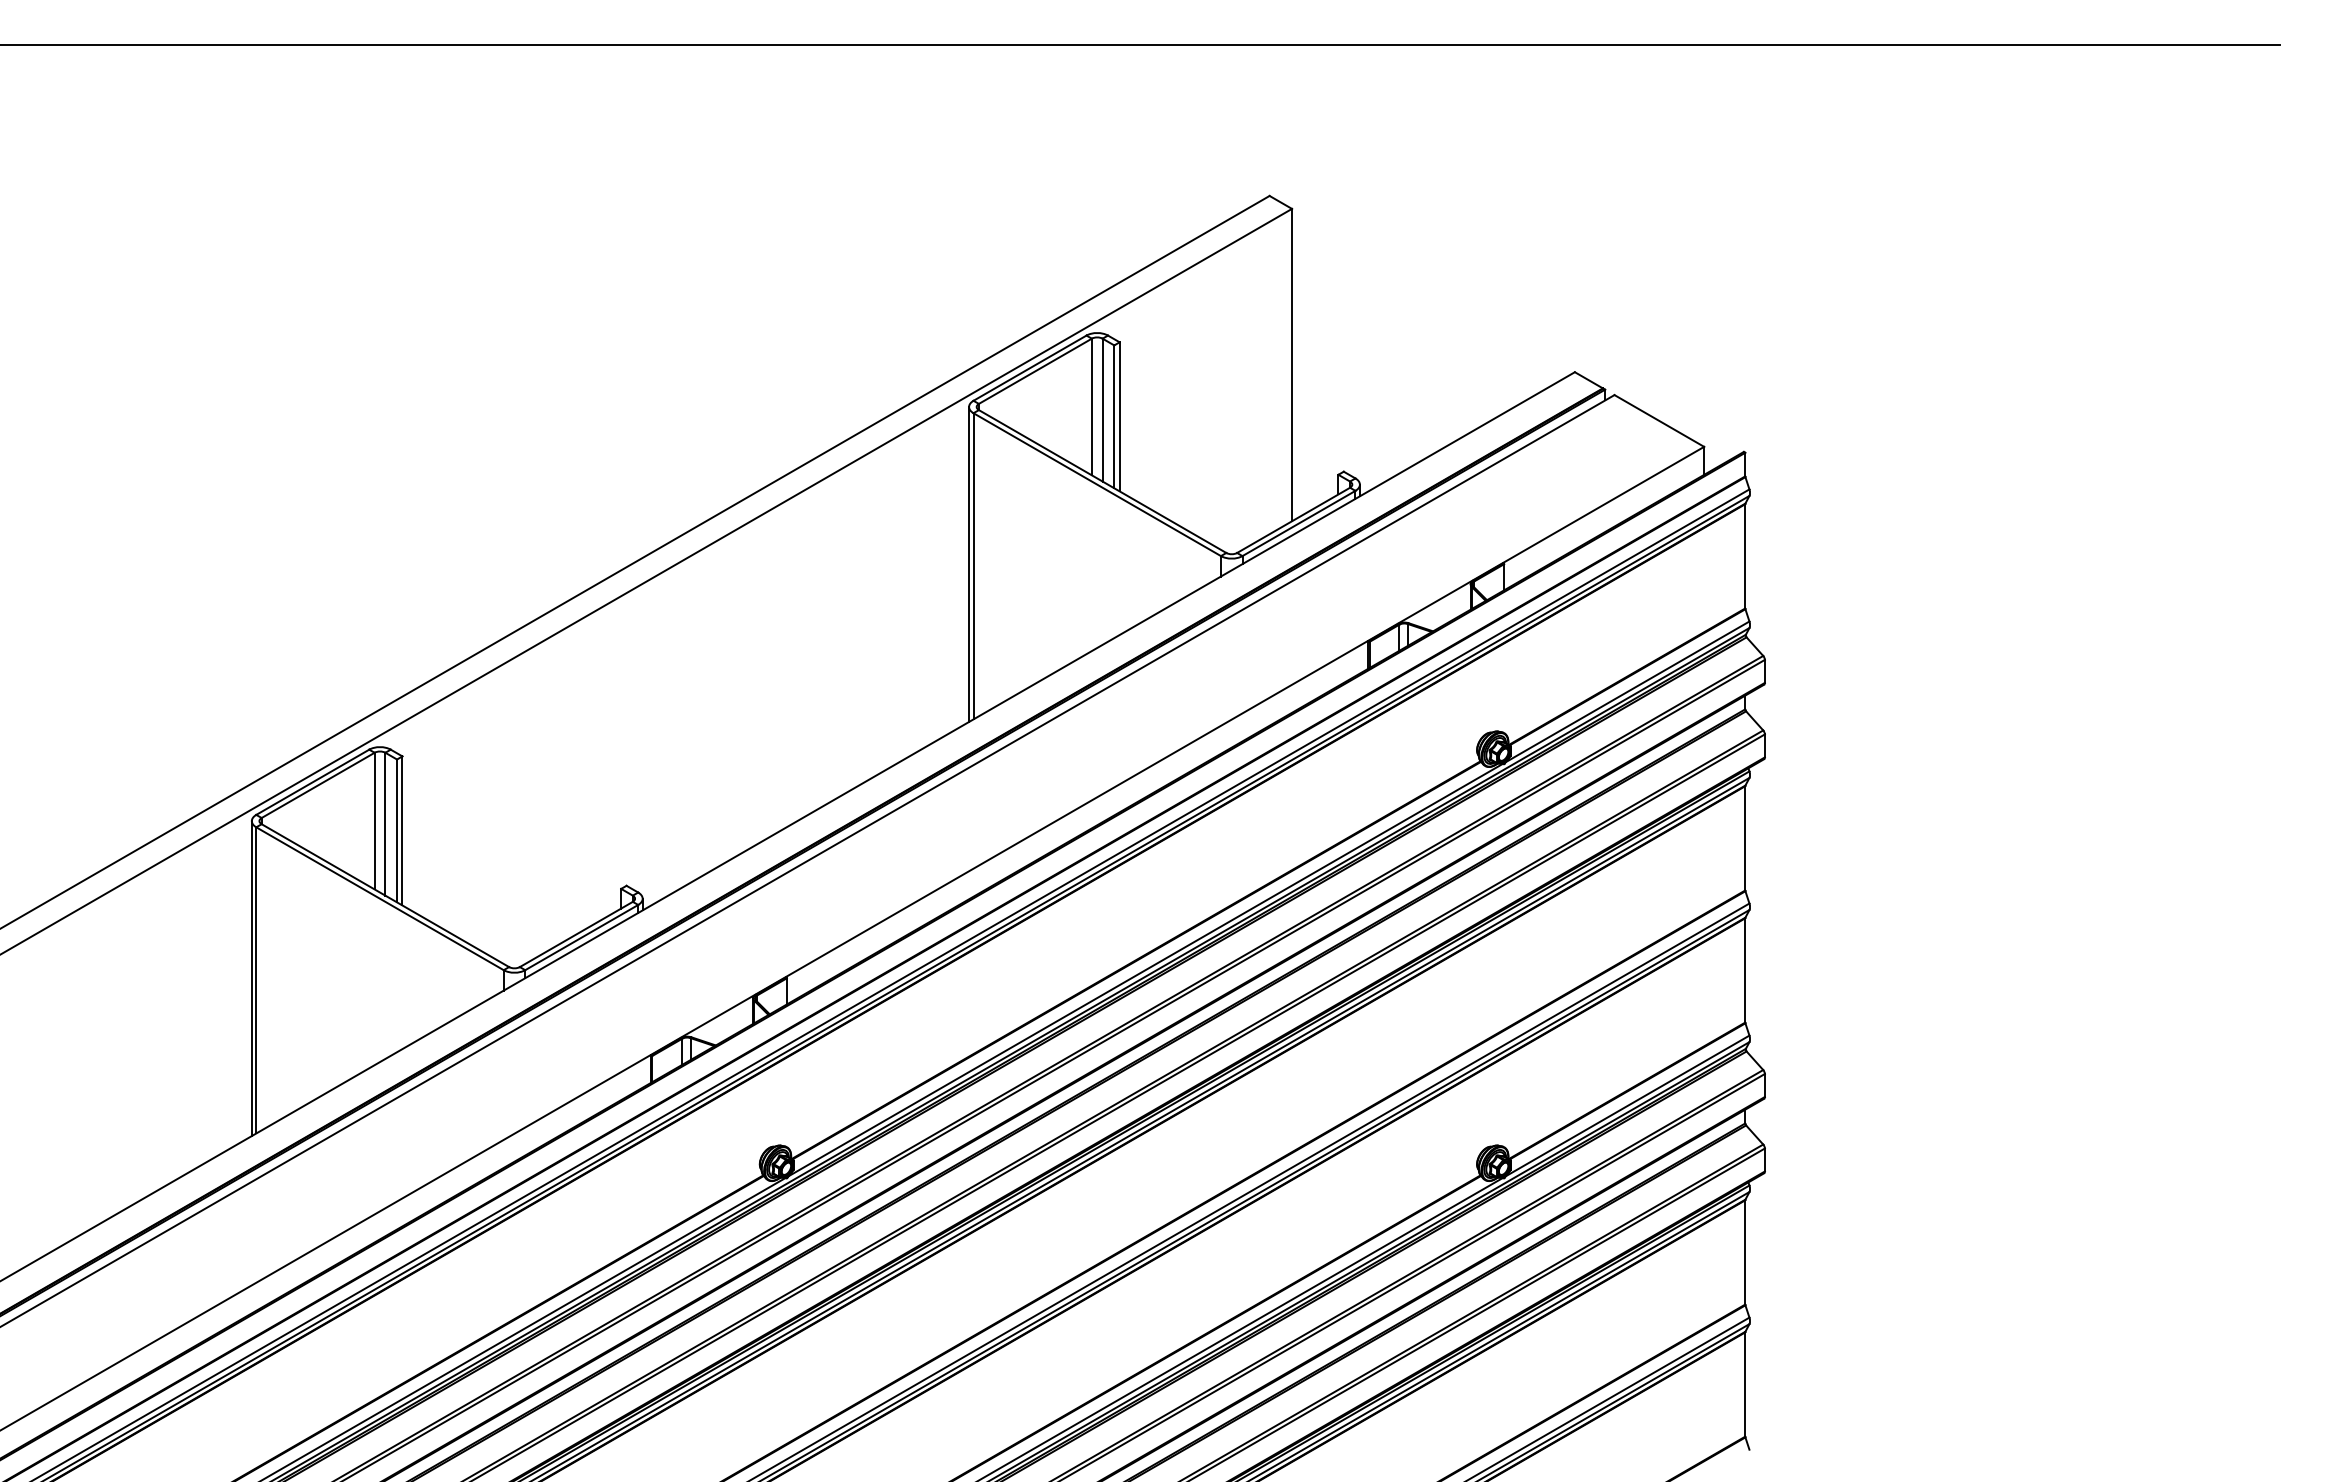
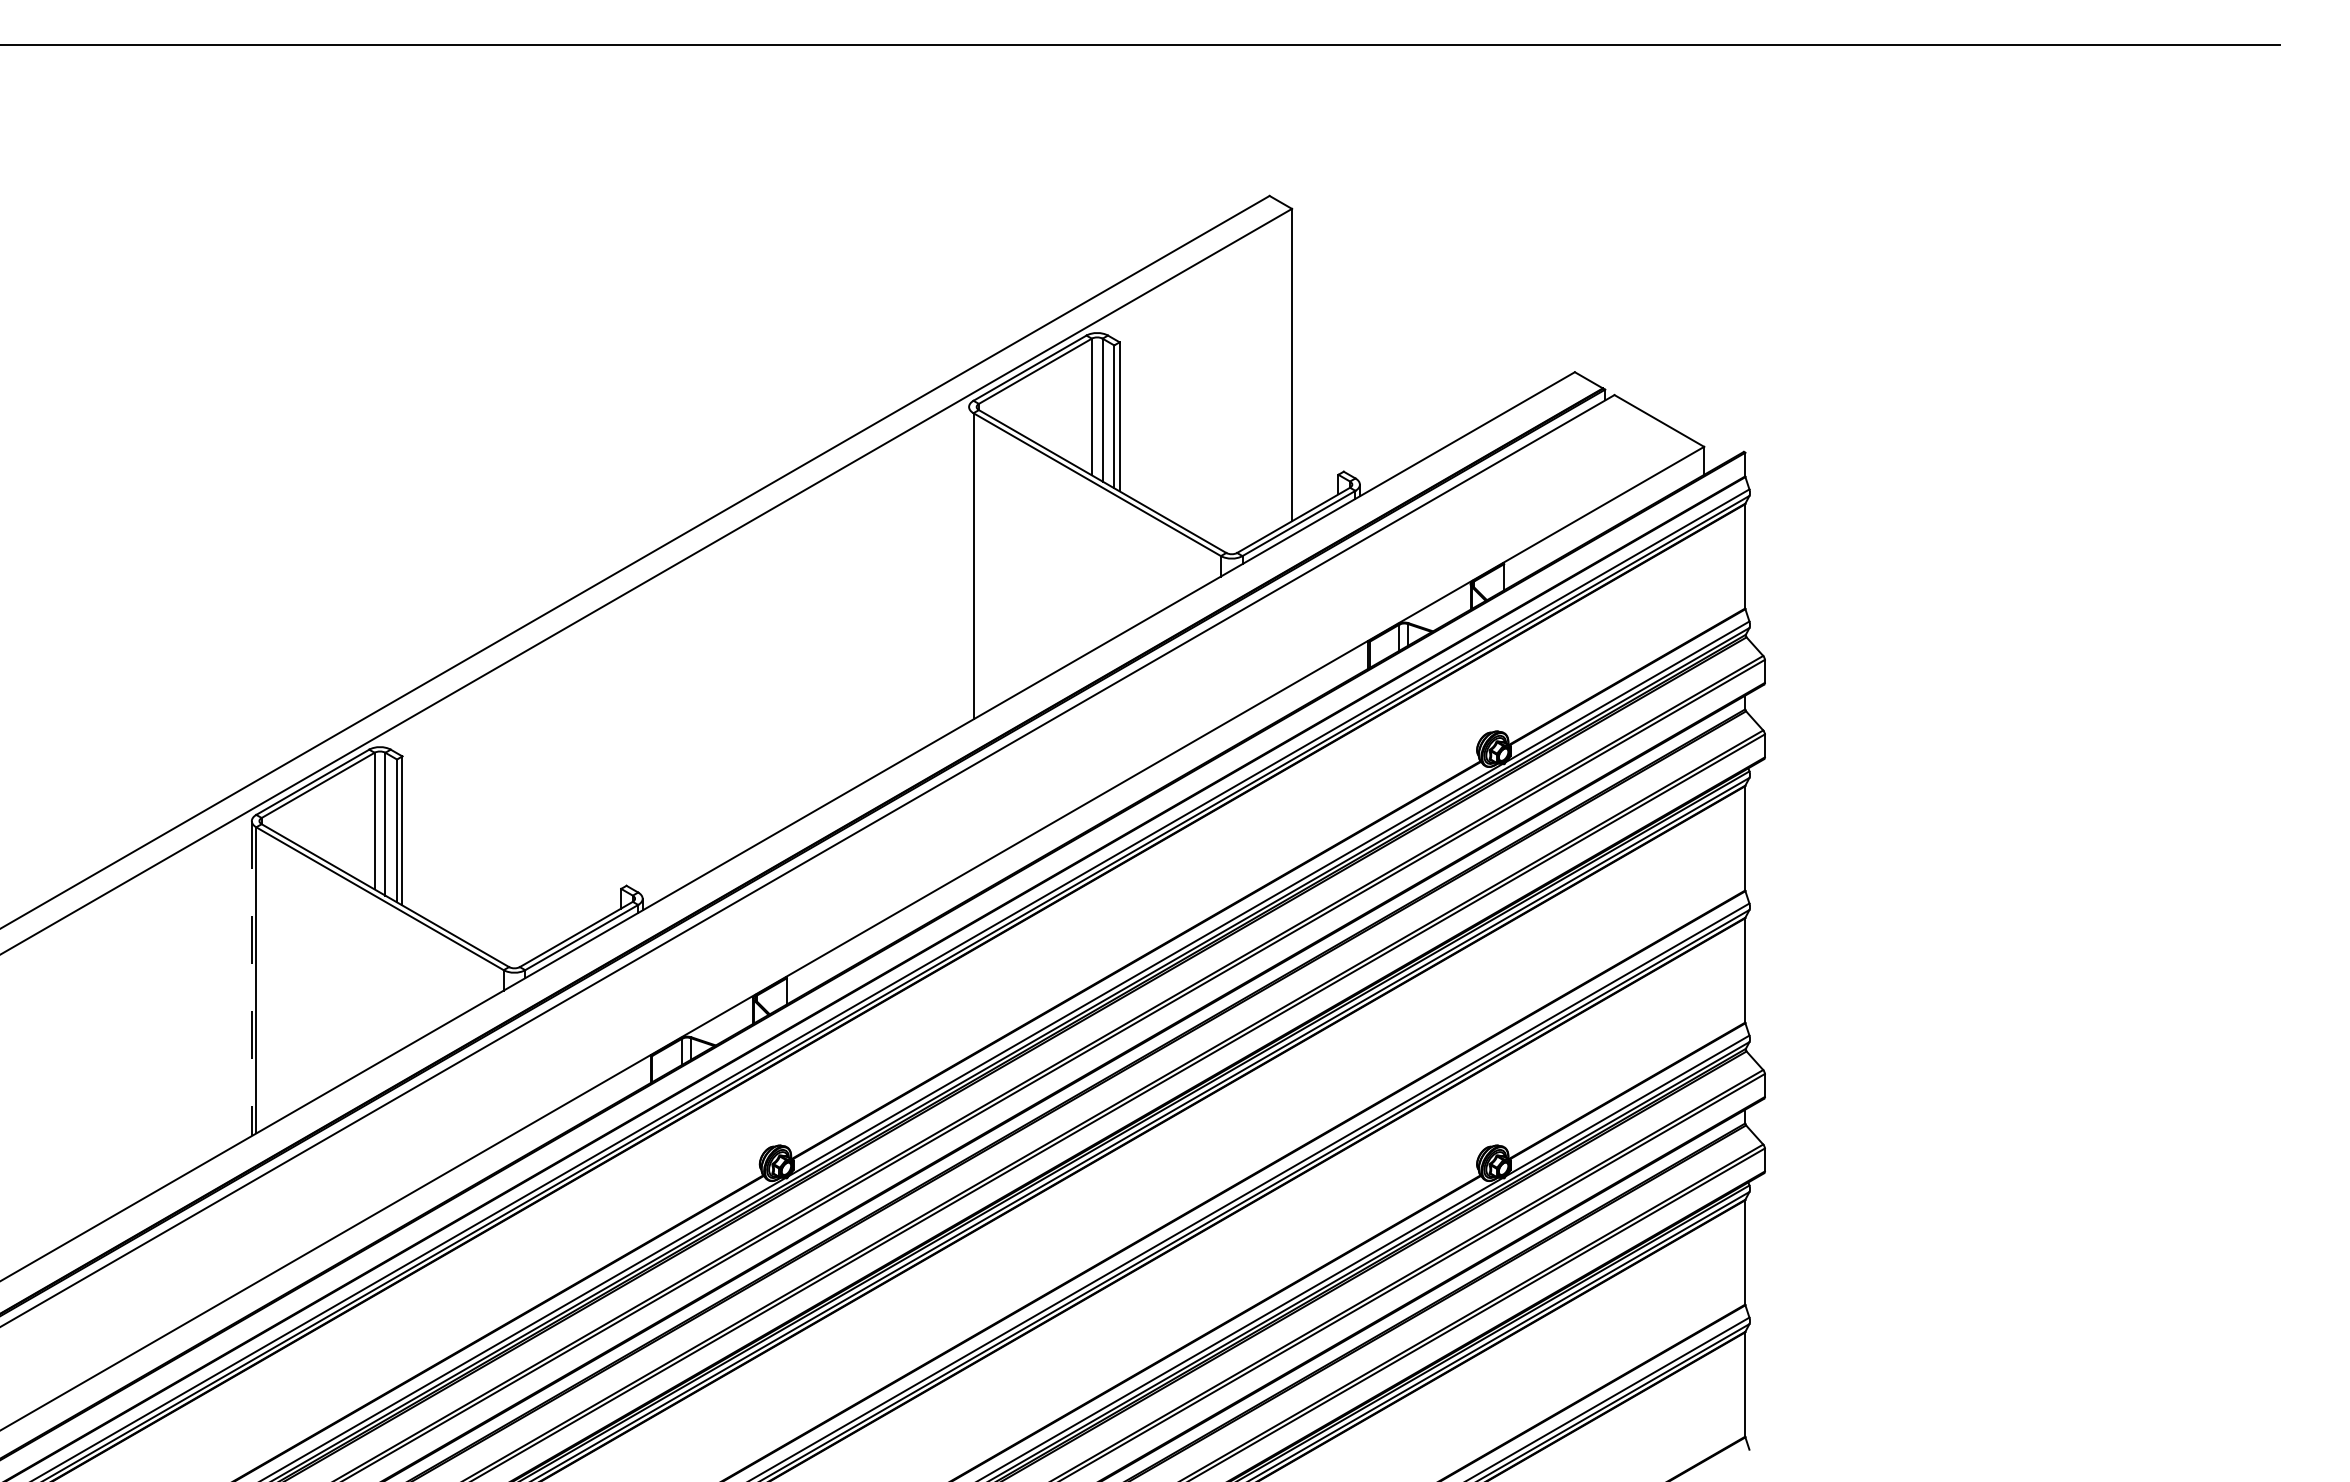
line at (969, 564): present -> none
line at (251, 979): solid -> dashed
